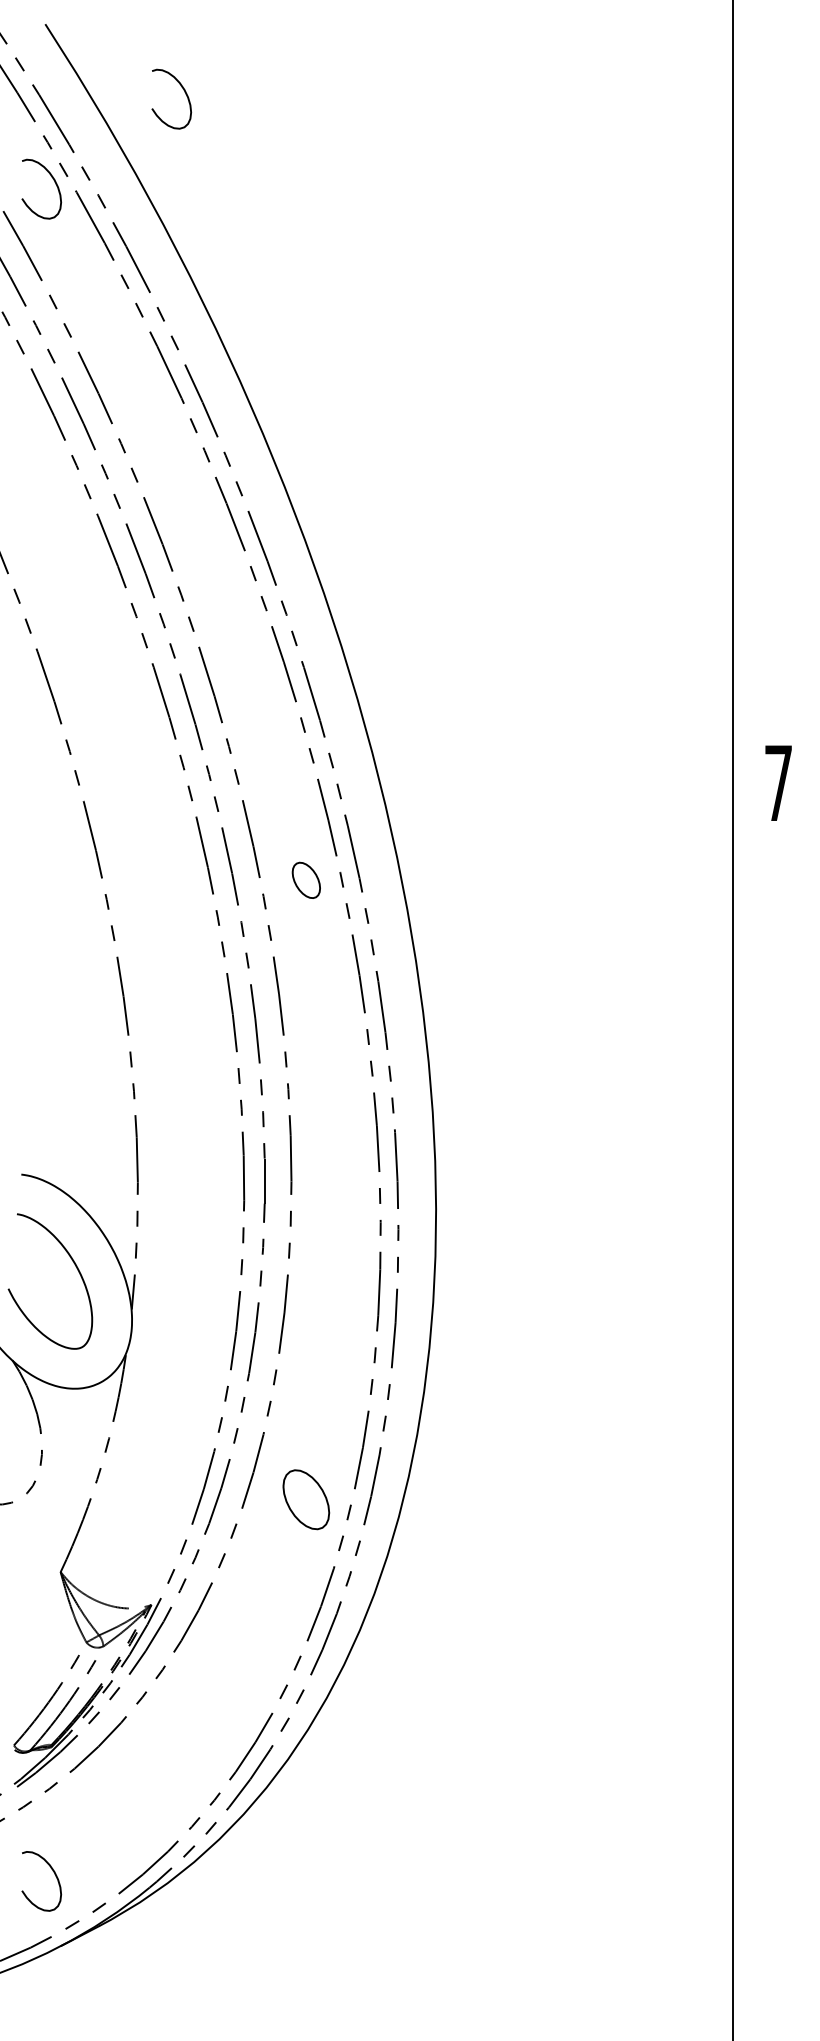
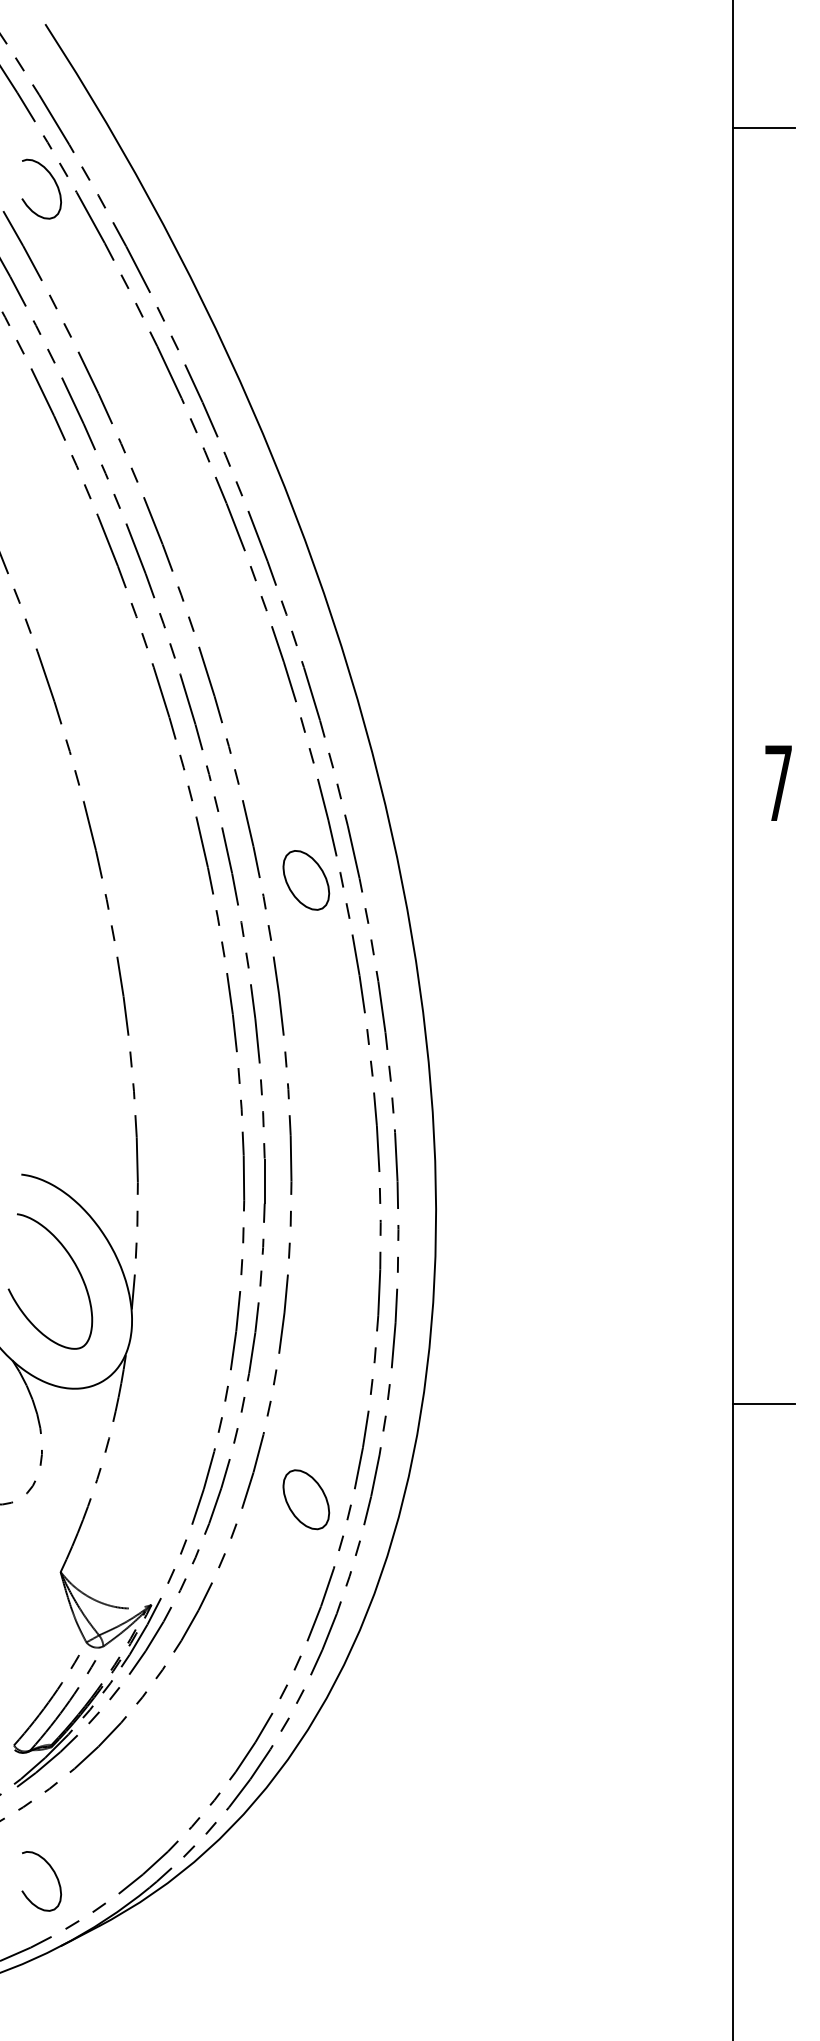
curve at (184, 92): present -> none
line at (763, 128): none -> present
part at (305, 879) size: 30x38 px -> 49x61 px
line at (763, 1404): none -> present
